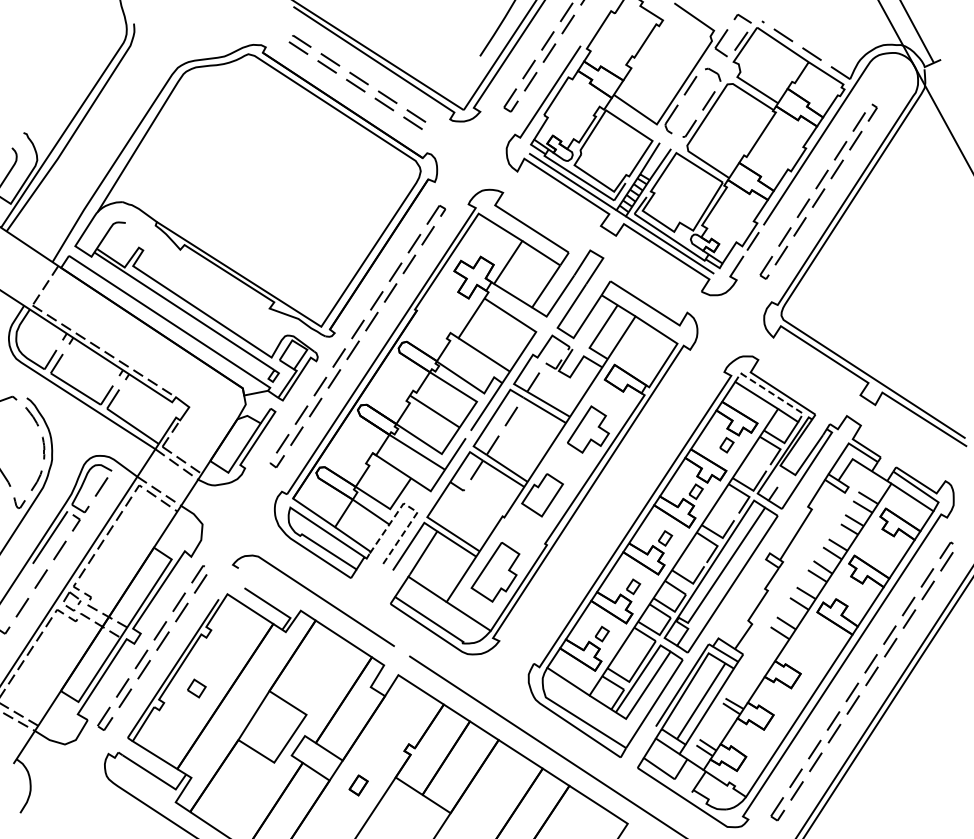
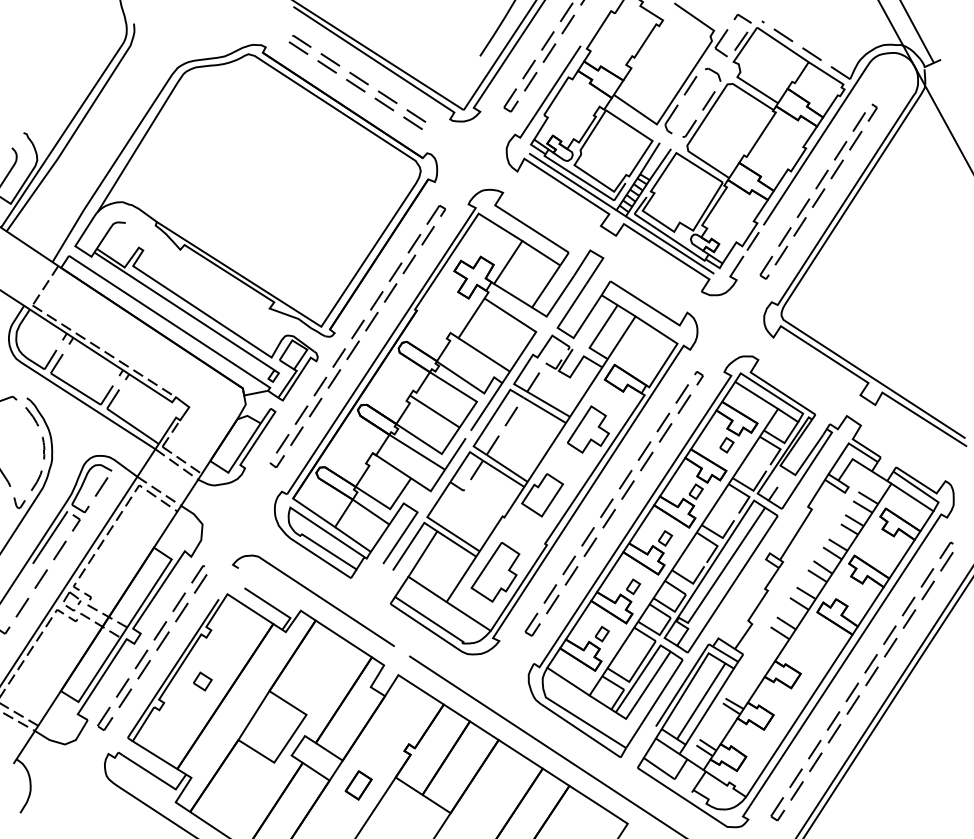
line at (771, 393): dashed -> solid
part at (613, 503): none -> present
line at (411, 508): dashed -> solid
part at (196, 688) position: (196, 688) -> (202, 681)
part at (358, 785) size: 21x23 px -> 29x31 px
